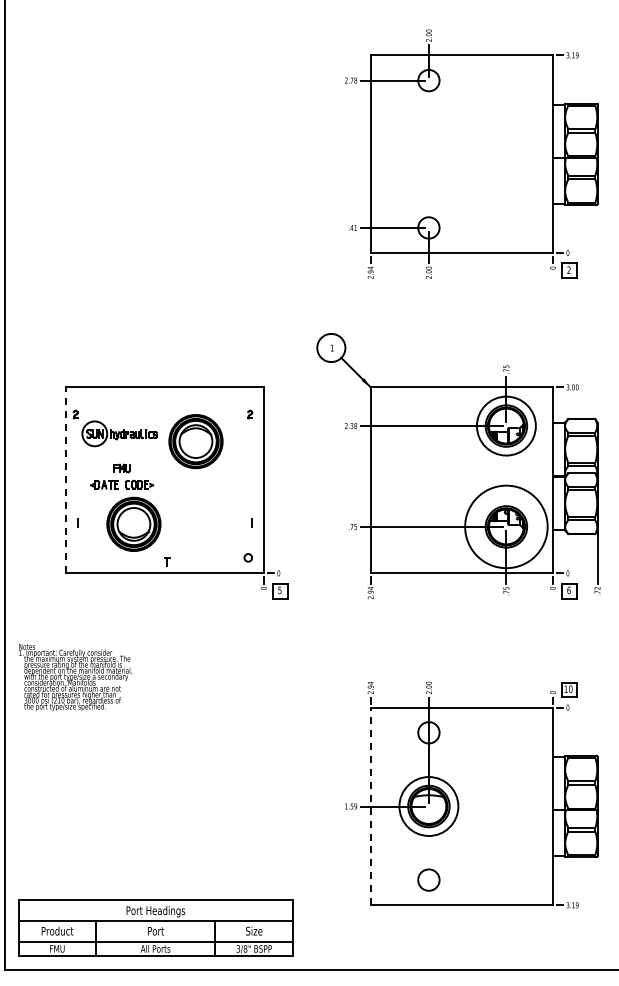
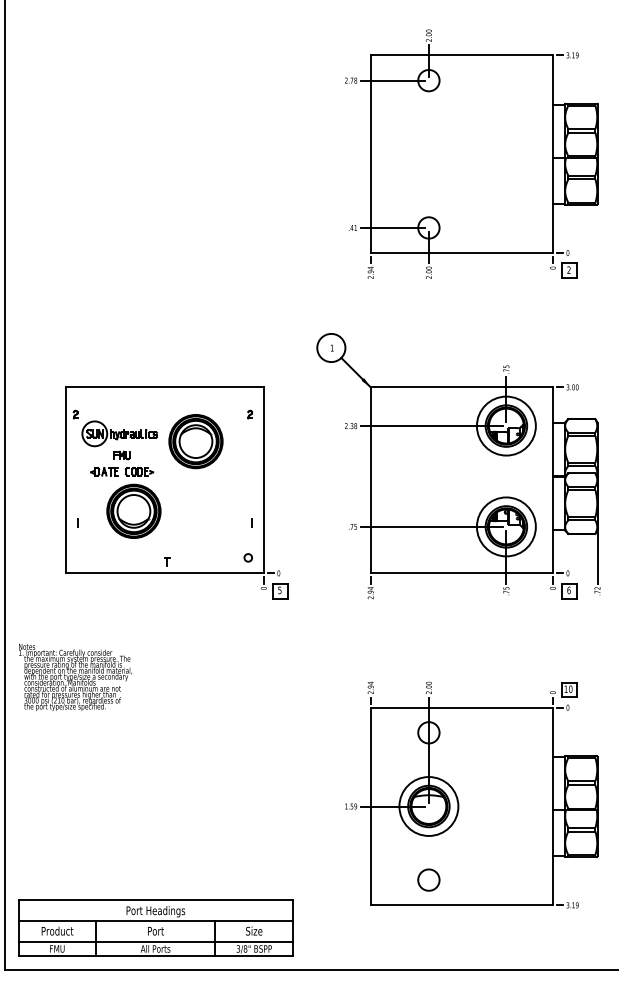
line at (66, 479): dashed -> solid
part at (125, 507) position: (125, 507) -> (125, 494)
circle at (506, 526) diameter: 83 px -> 59 px
line at (370, 806): dashed -> solid
